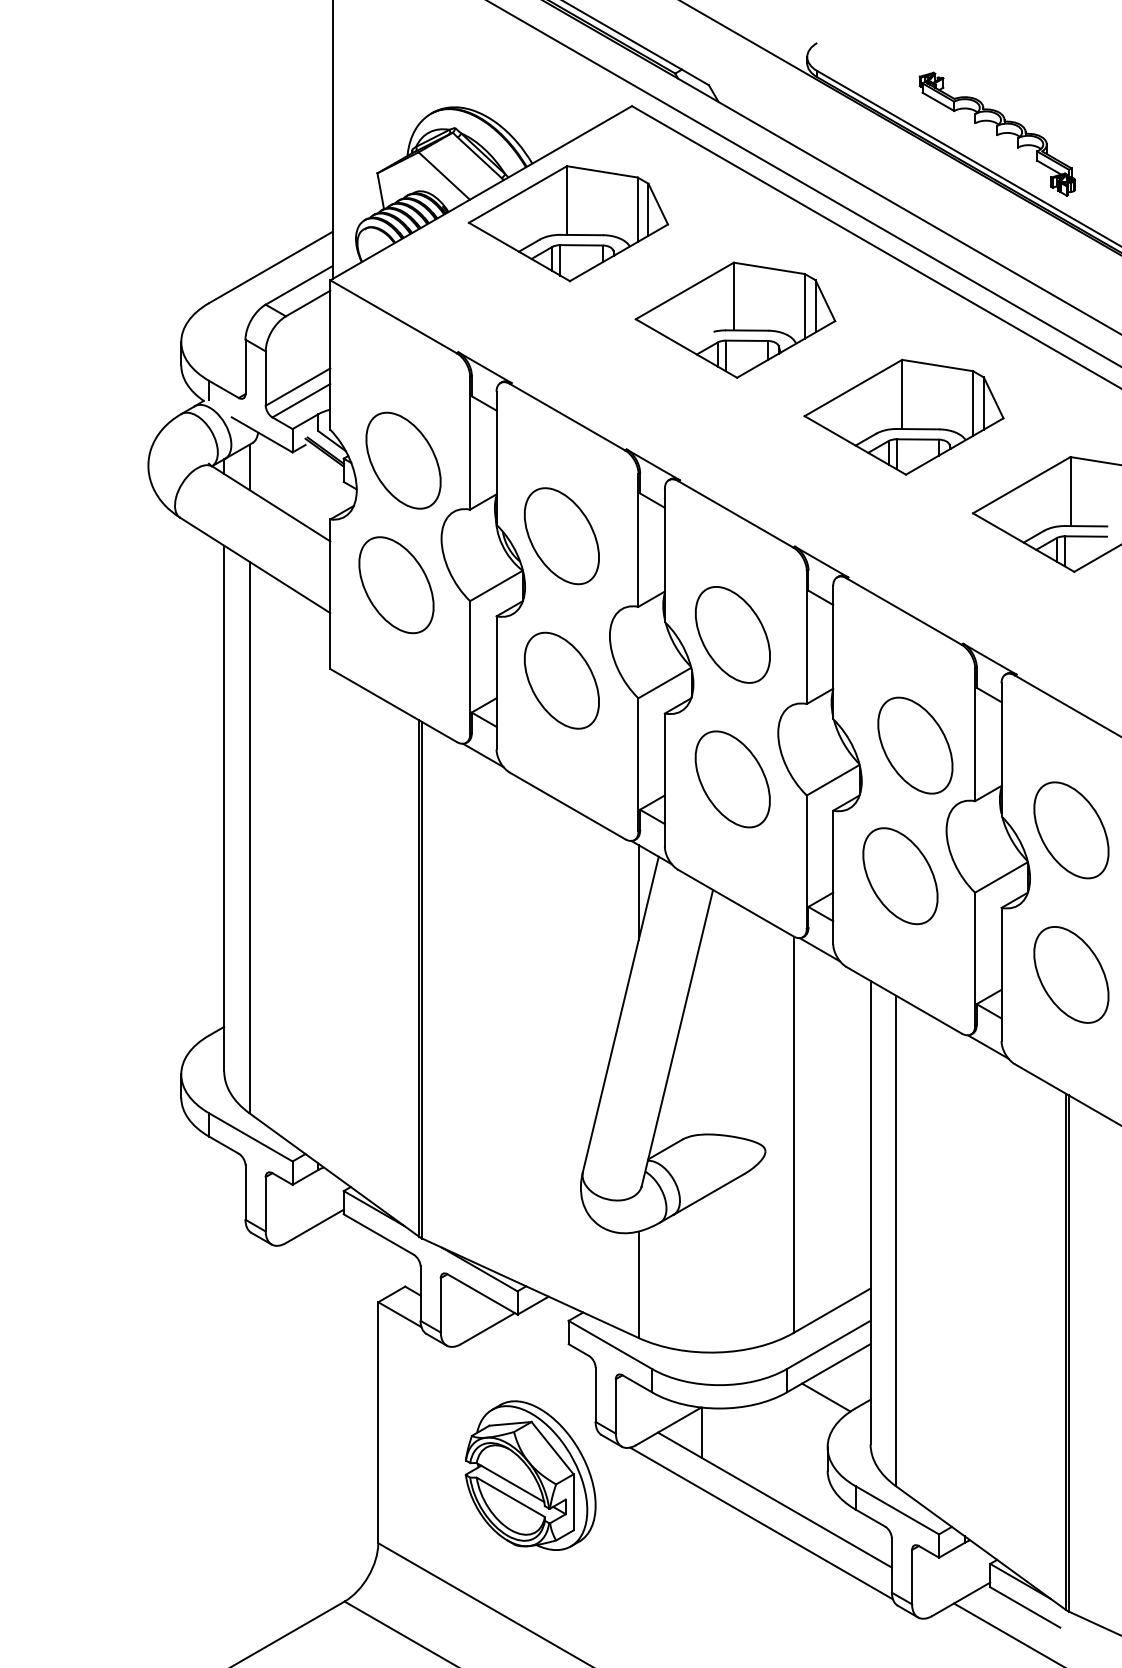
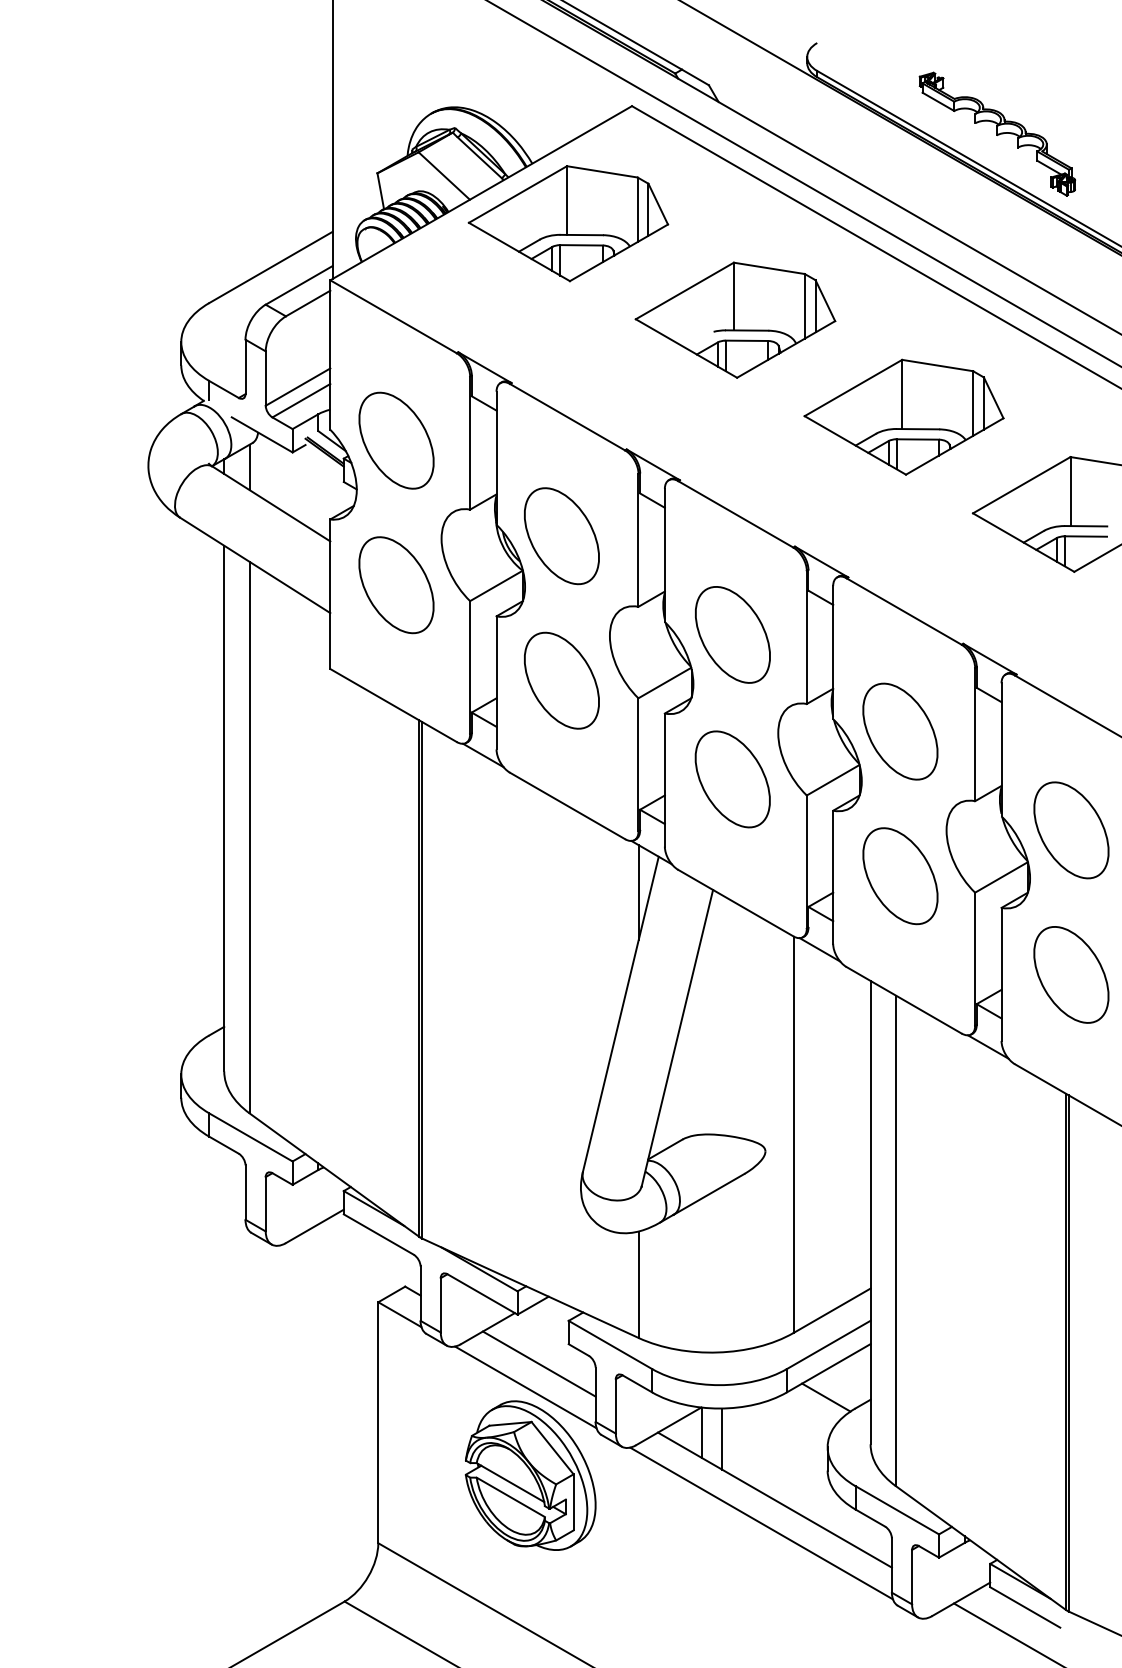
part at (403, 460) position: (403, 460) -> (396, 440)
part at (915, 745) position: (915, 745) -> (900, 731)
line at (538, 1363): none -> present
line at (525, 1387): none -> present
line at (722, 1438): none -> present
